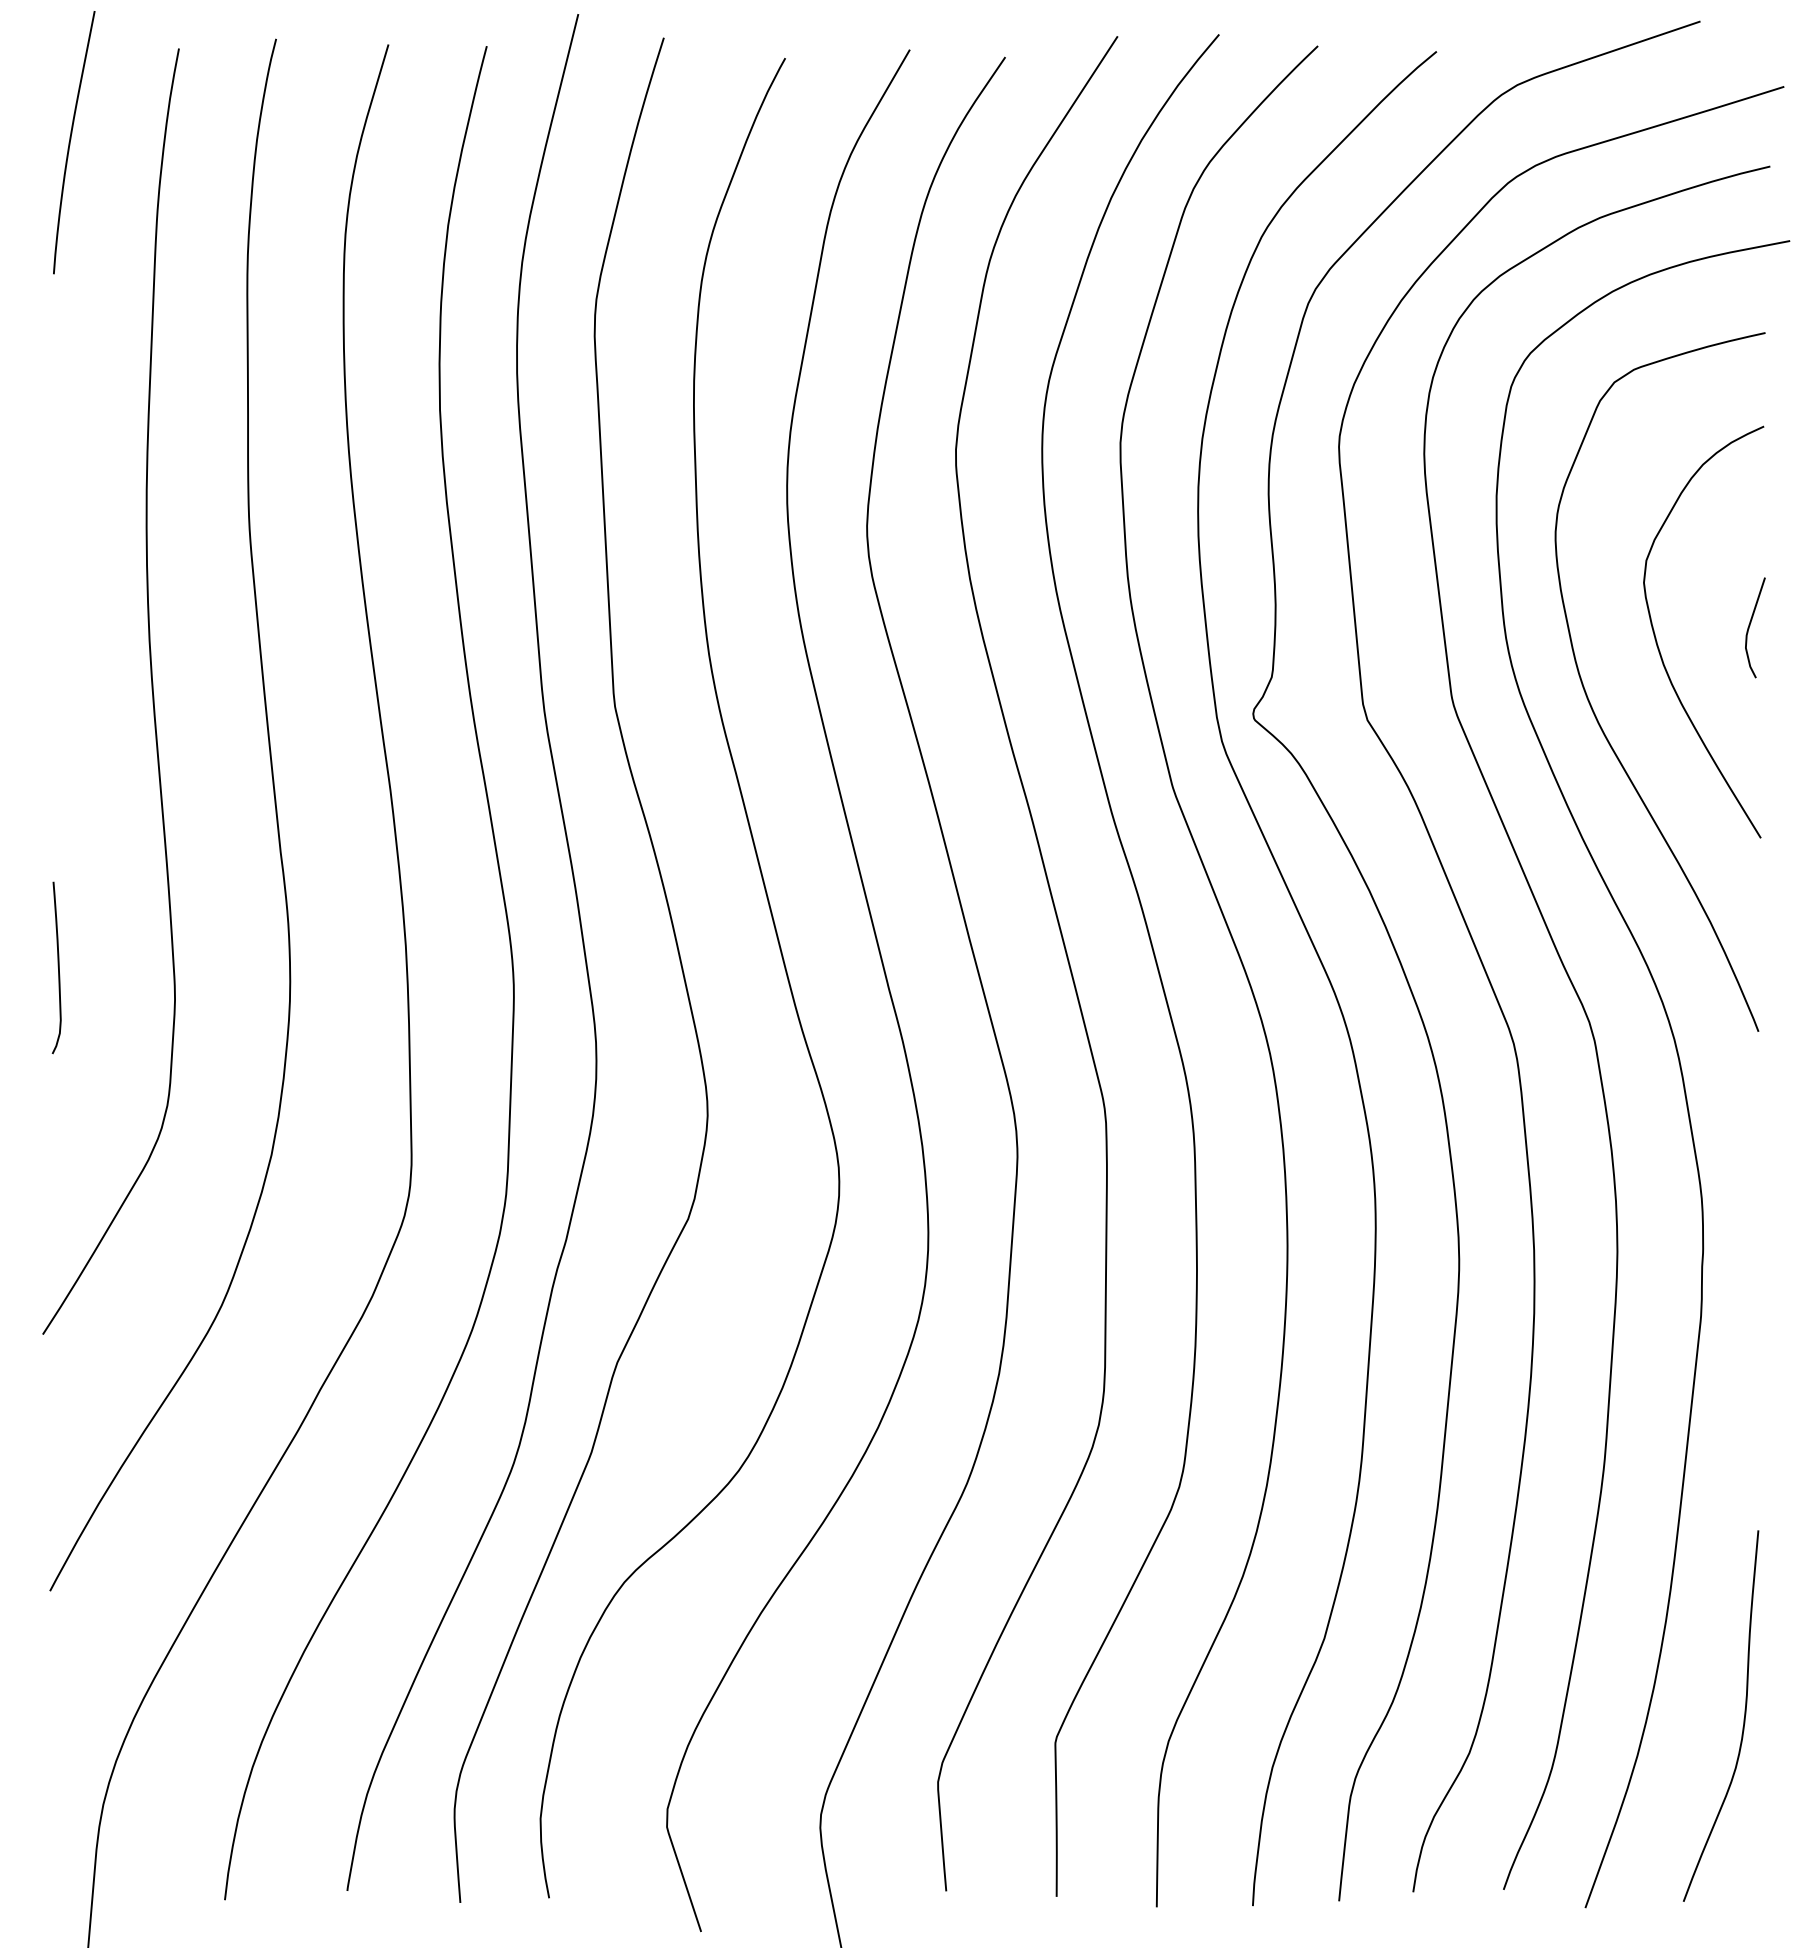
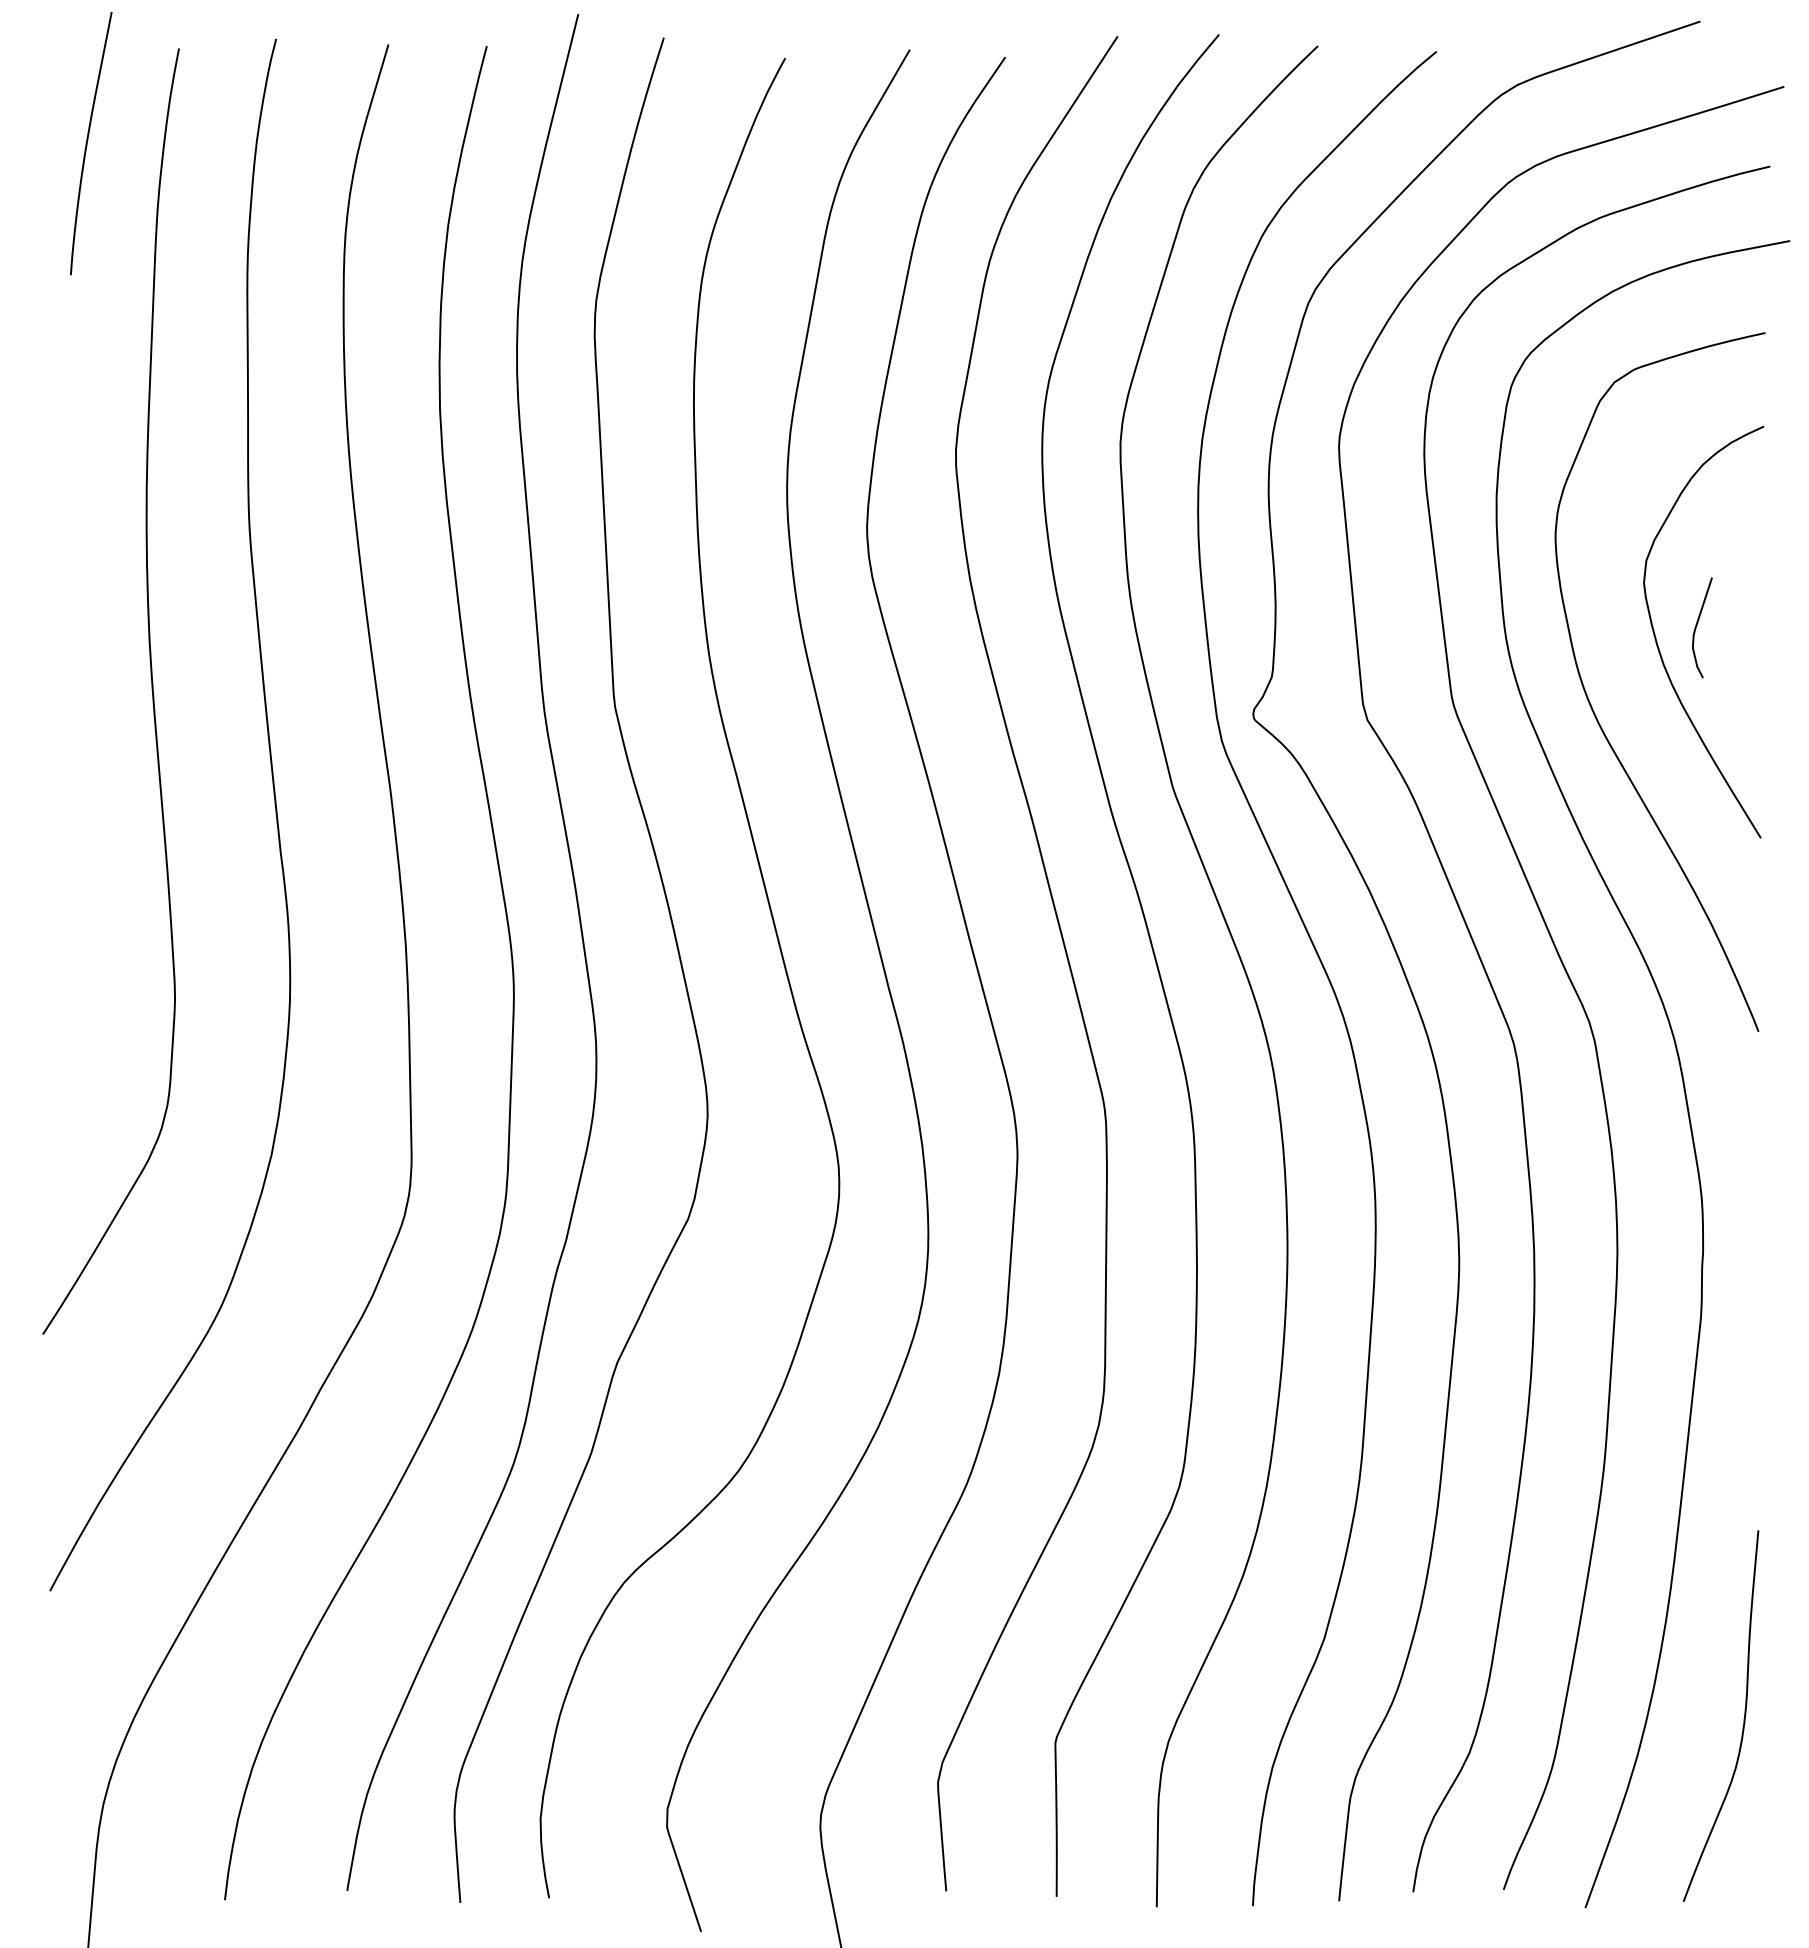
curve at (70, 142) position: (70, 142) -> (87, 143)
curve at (1750, 625) position: (1750, 625) -> (1697, 625)
curve at (57, 966): present -> none
